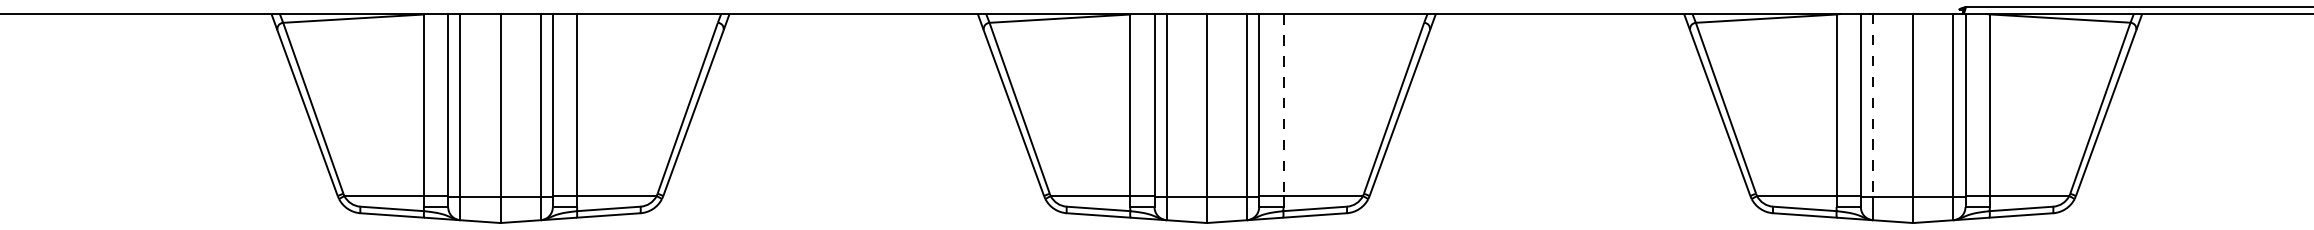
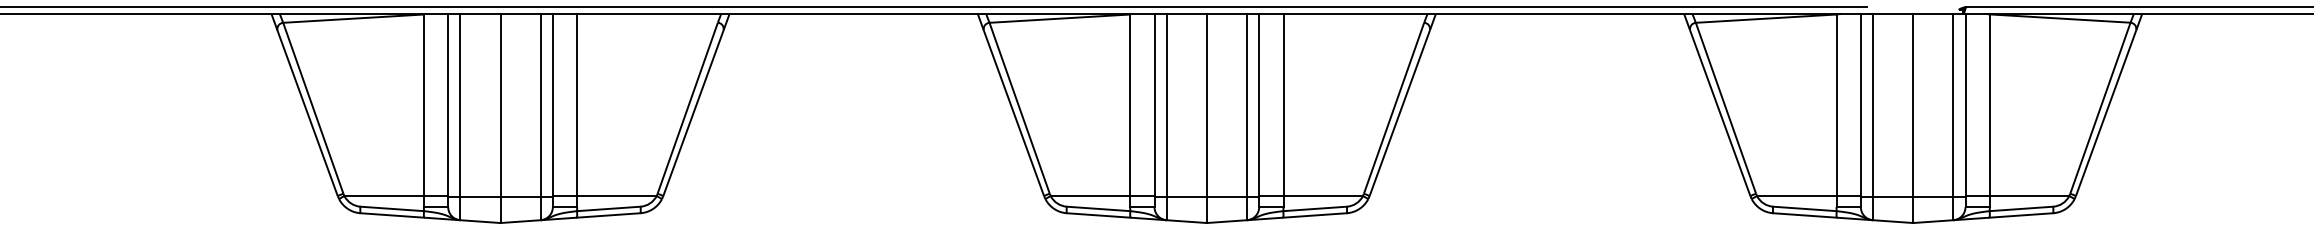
line at (934, 6): none -> present
line at (1283, 105): dashed -> solid
line at (1873, 105): dashed -> solid
